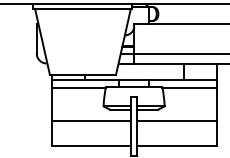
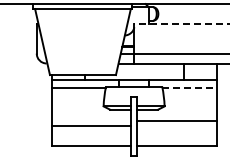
line at (182, 23): solid -> dashed
line at (190, 88): solid -> dashed
line at (90, 121) position: (90, 121) -> (90, 126)
